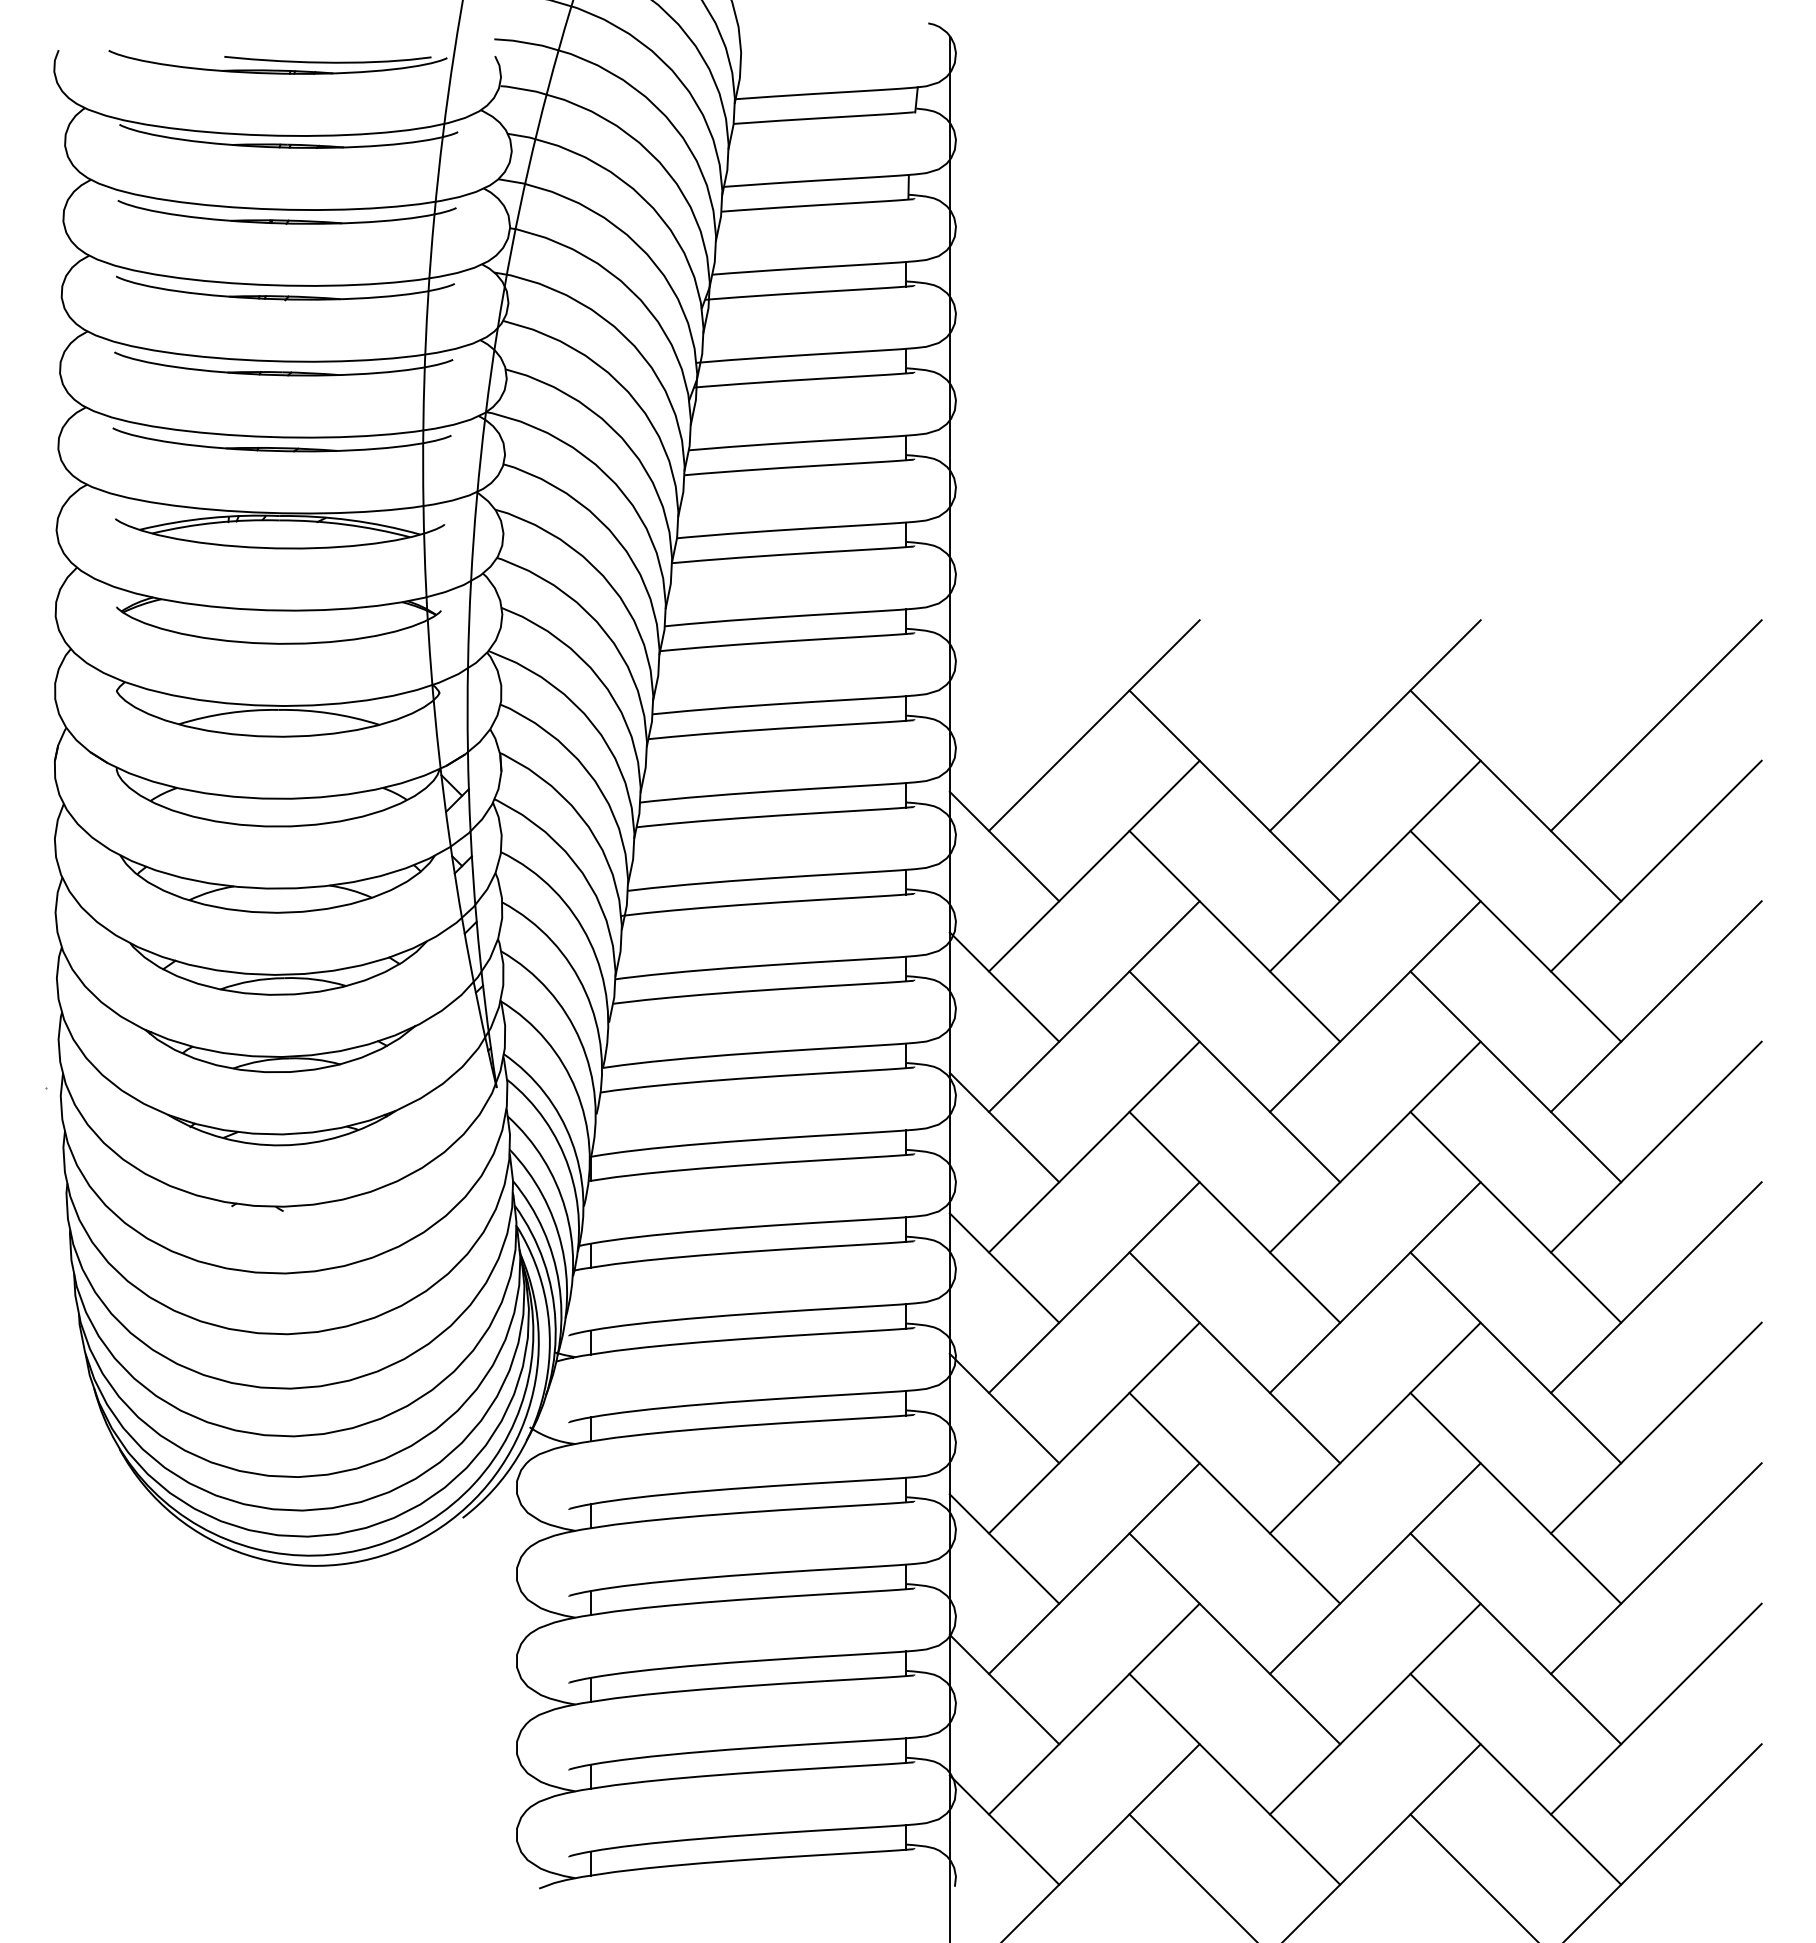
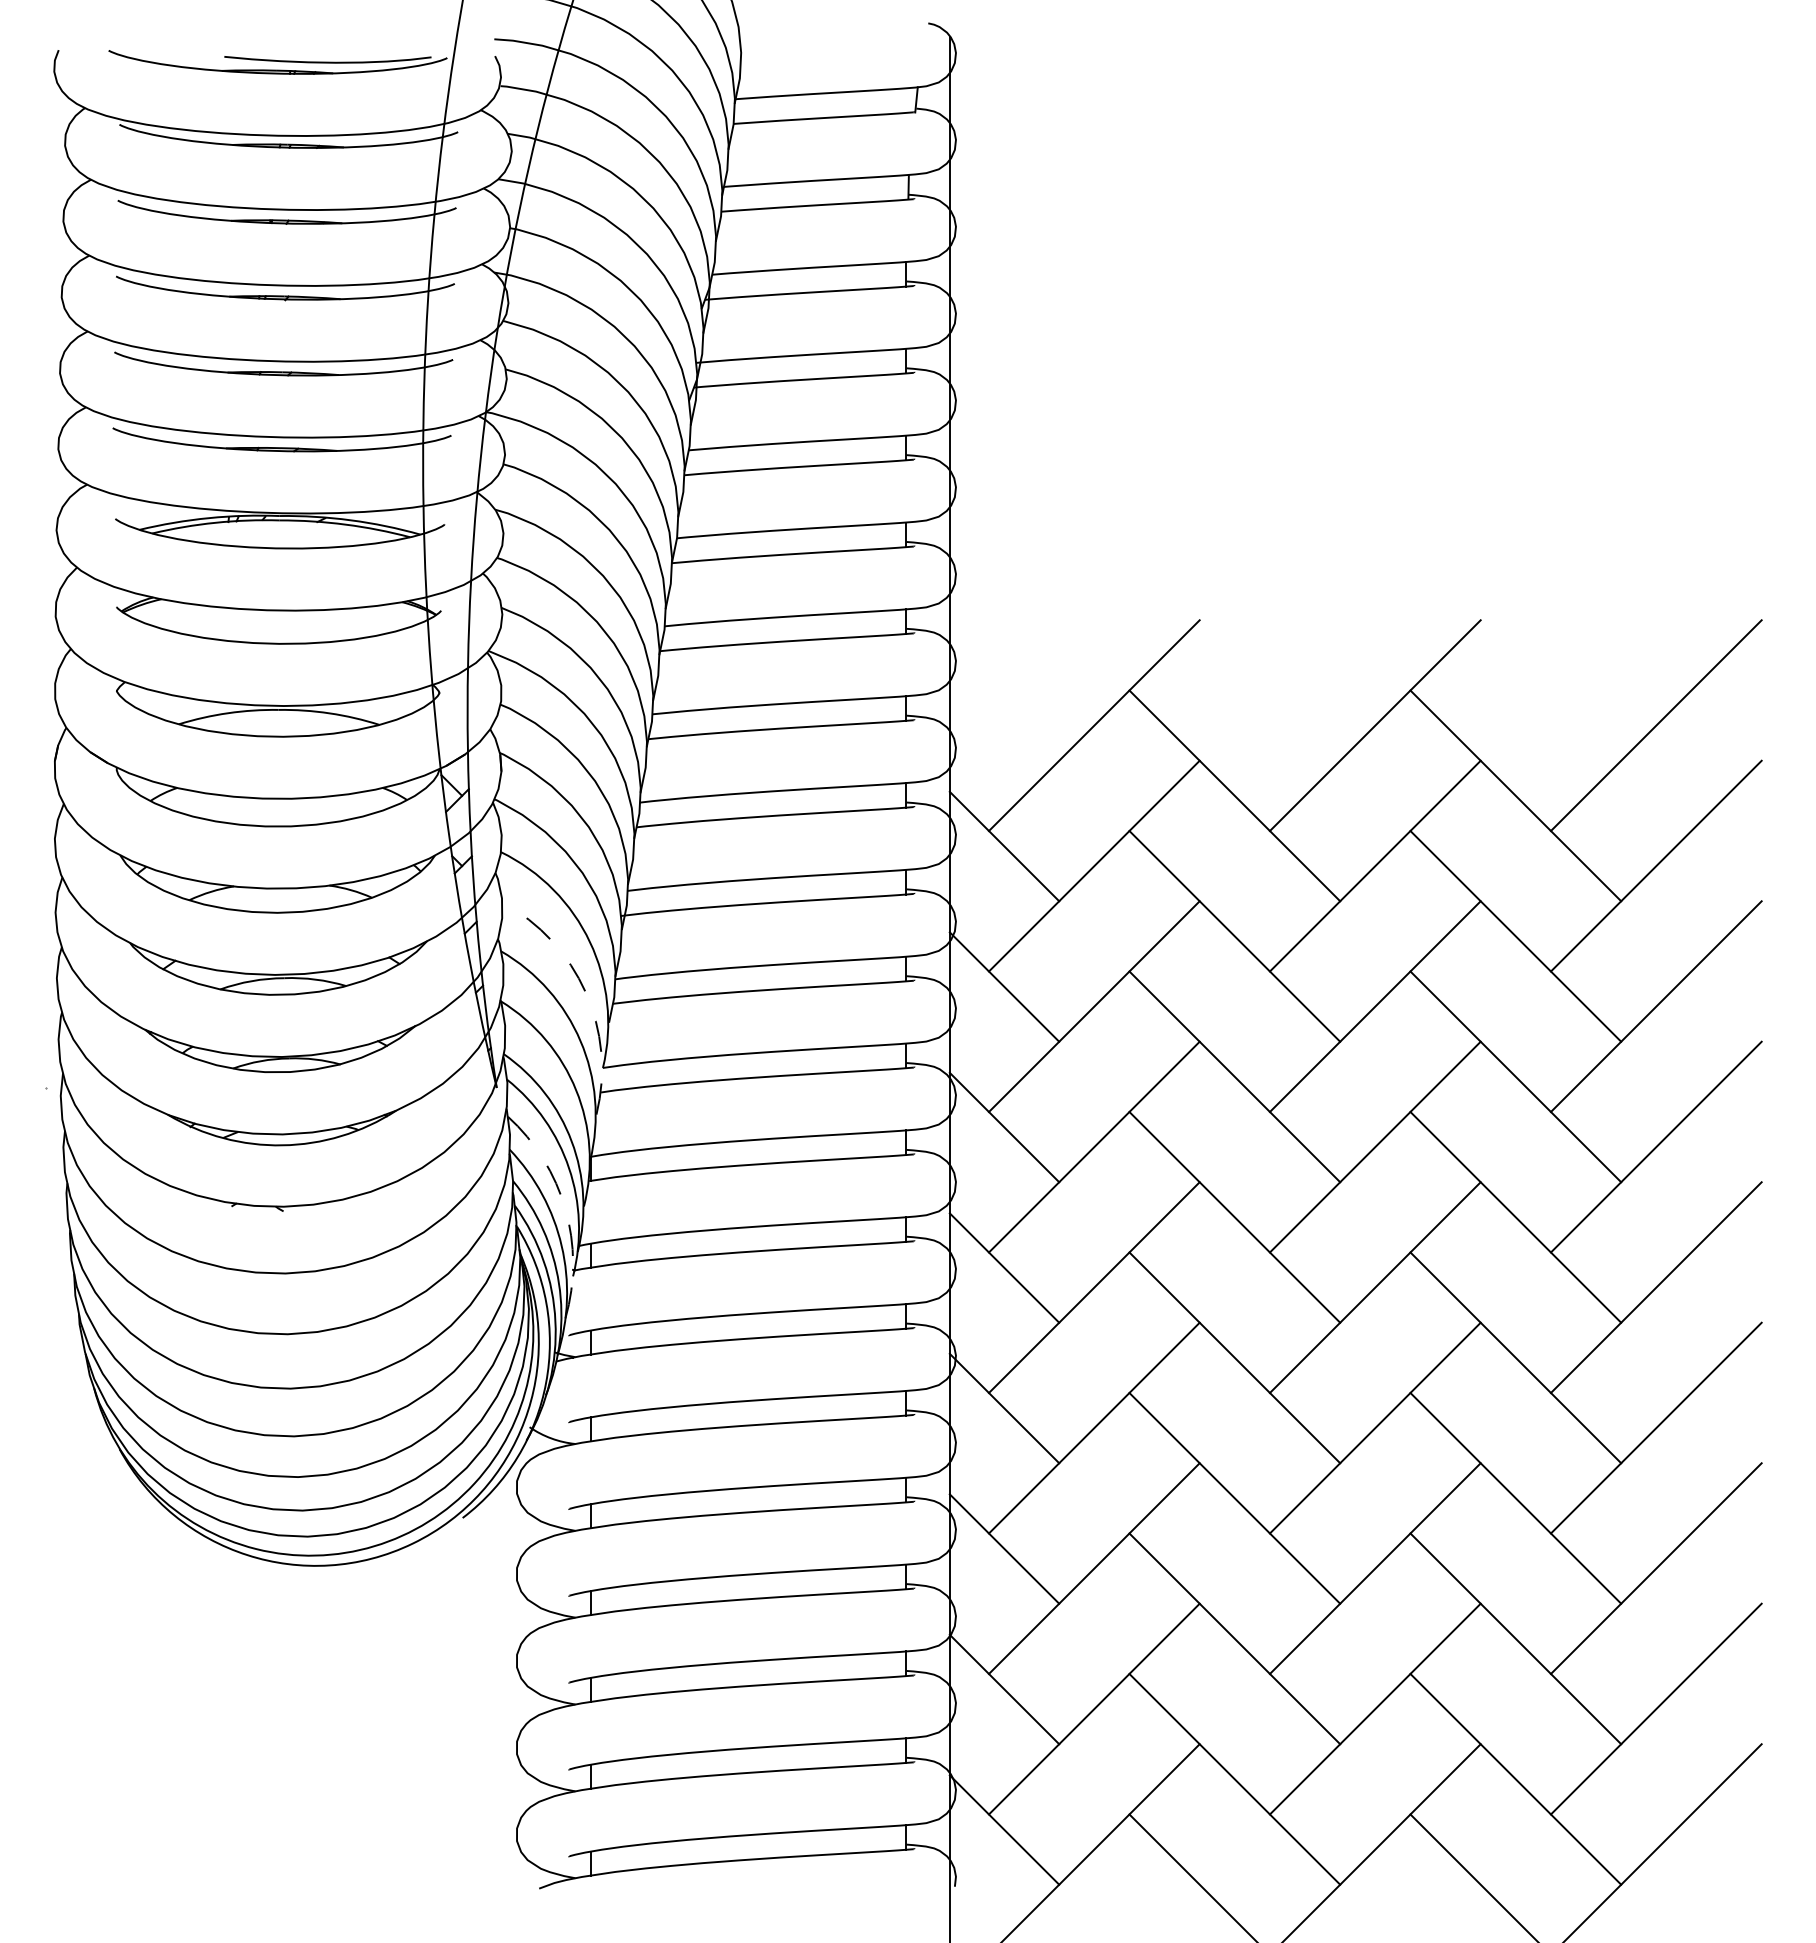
arc at (585, 992): solid -> dashed
arc at (565, 1209): solid -> dashed
